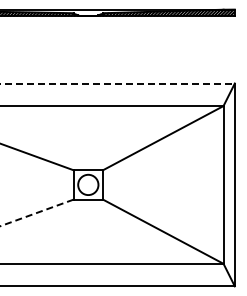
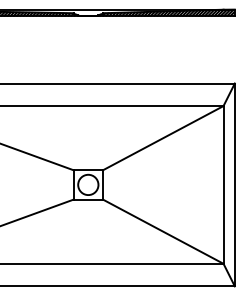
line at (117, 83): dashed -> solid
line at (37, 212): dashed -> solid
